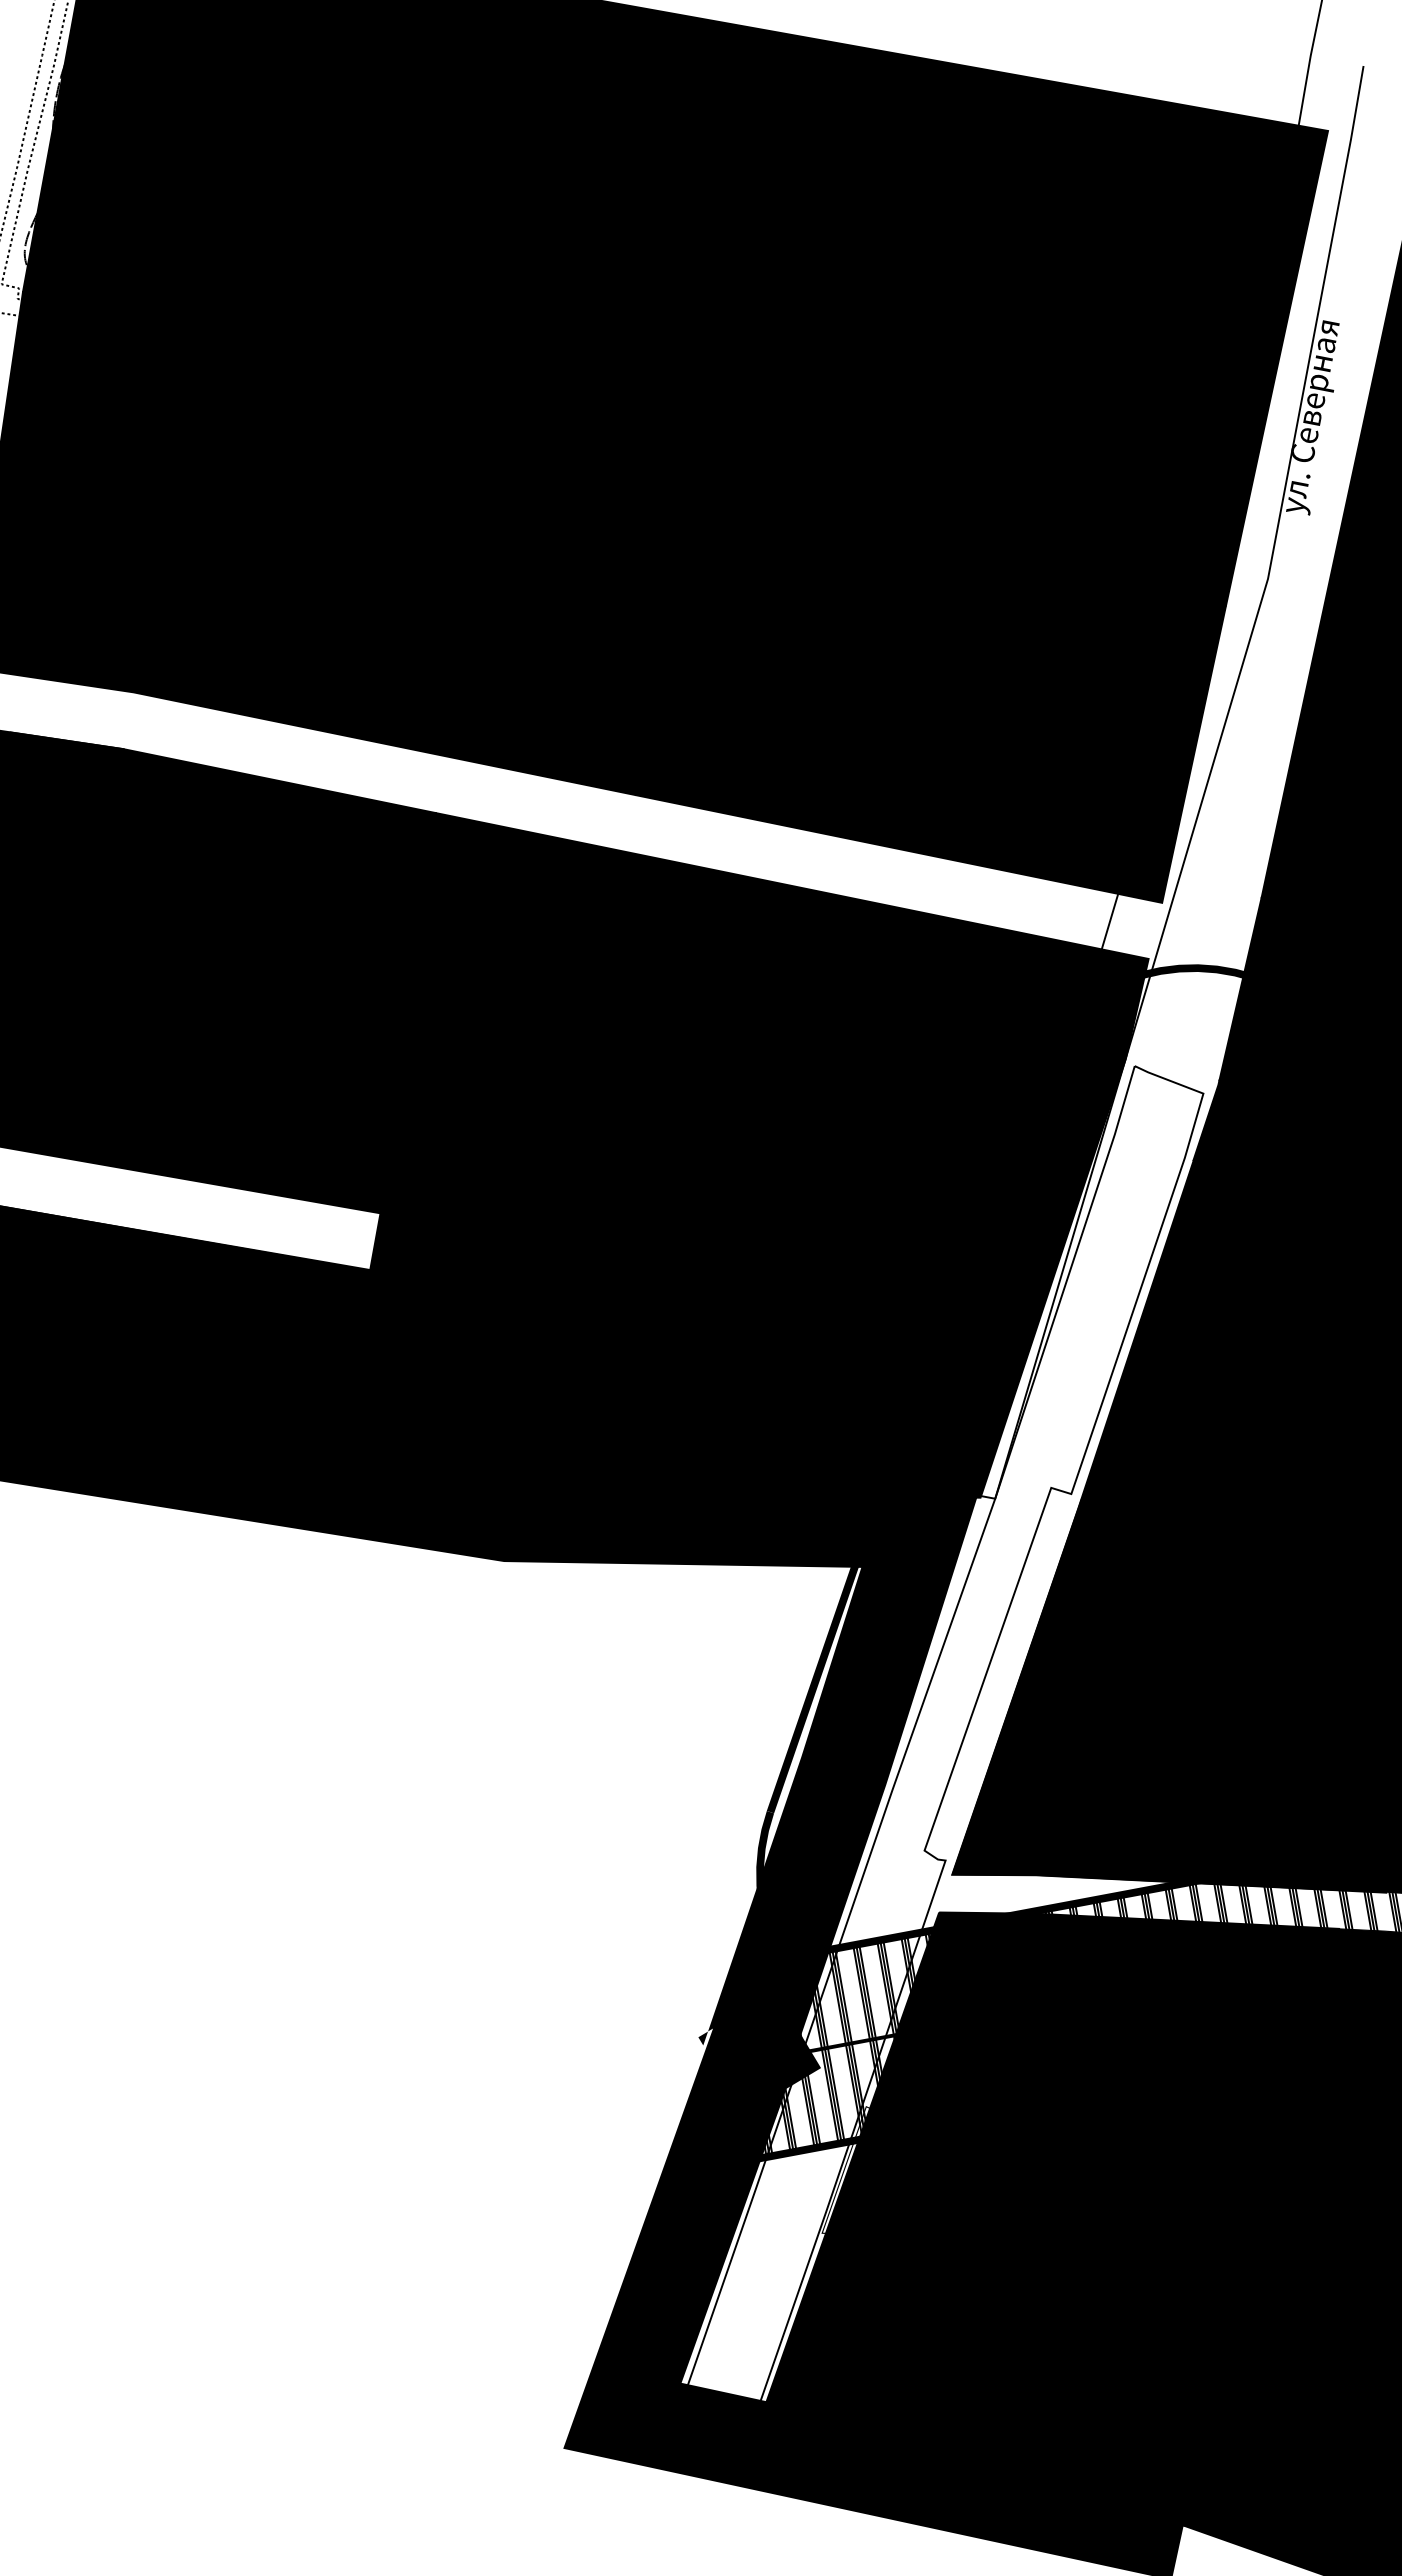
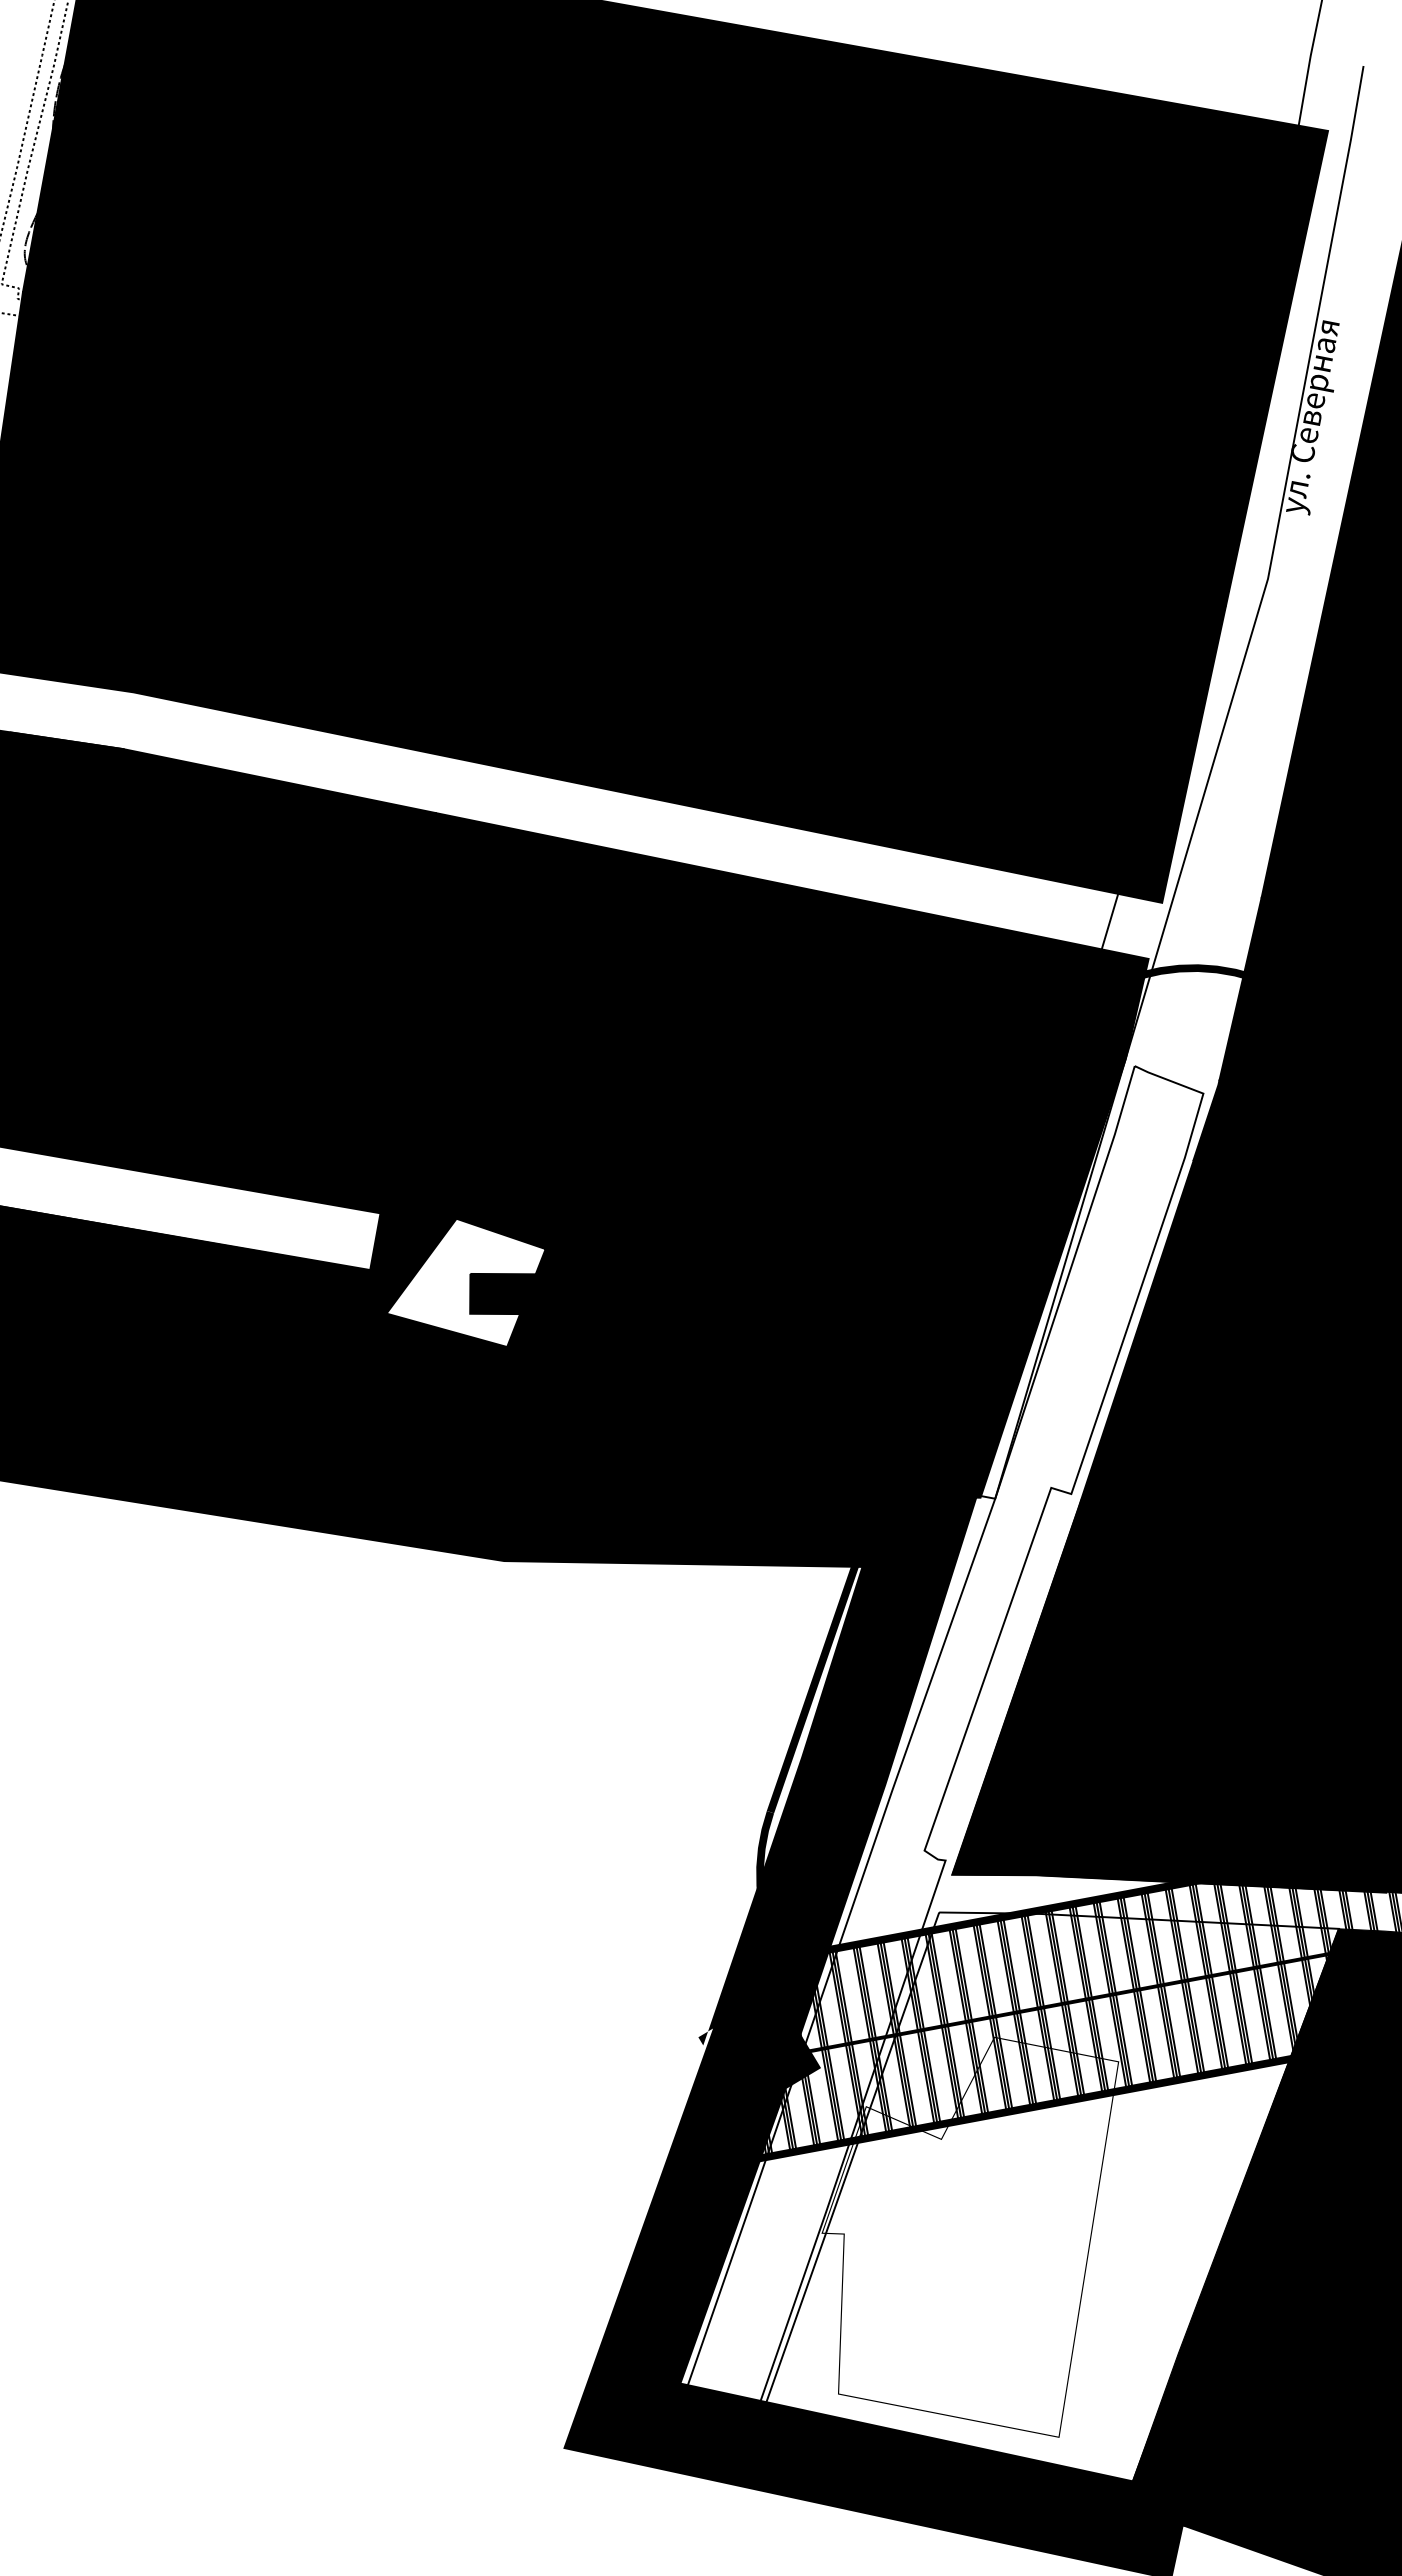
fill at (465, 1282): present -> none
fill at (1049, 2204): present -> none
